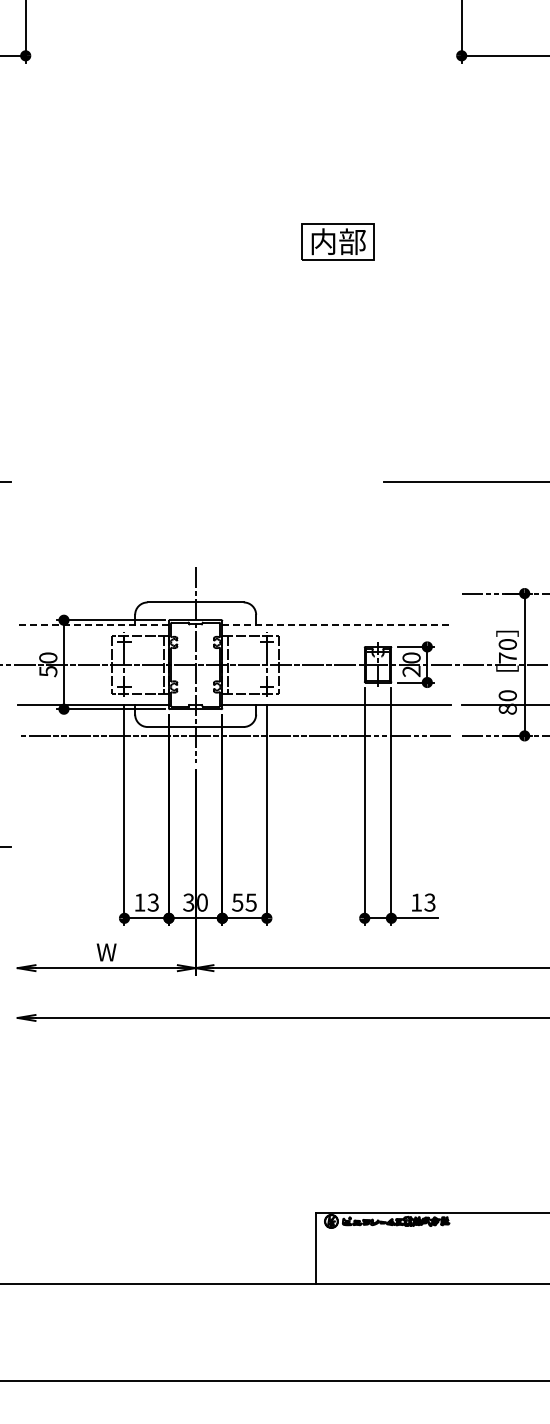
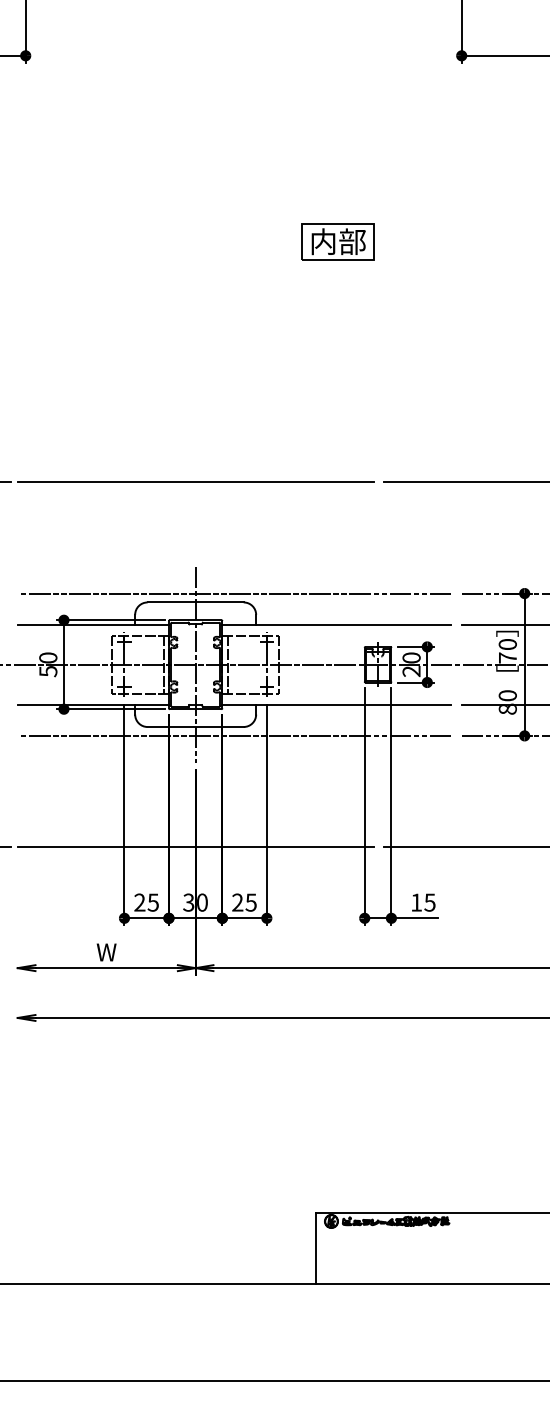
line at (195, 482): none -> present
line at (233, 593): none -> present
line at (93, 624): dashed -> solid
line at (337, 624): dashed -> solid
line at (503, 624): none -> present
line at (195, 847): none -> present
line at (465, 847): none -> present
text at (146, 902): 13 -> 25
text at (237, 902): 55 -> 25
text at (430, 902): 13 -> 15
